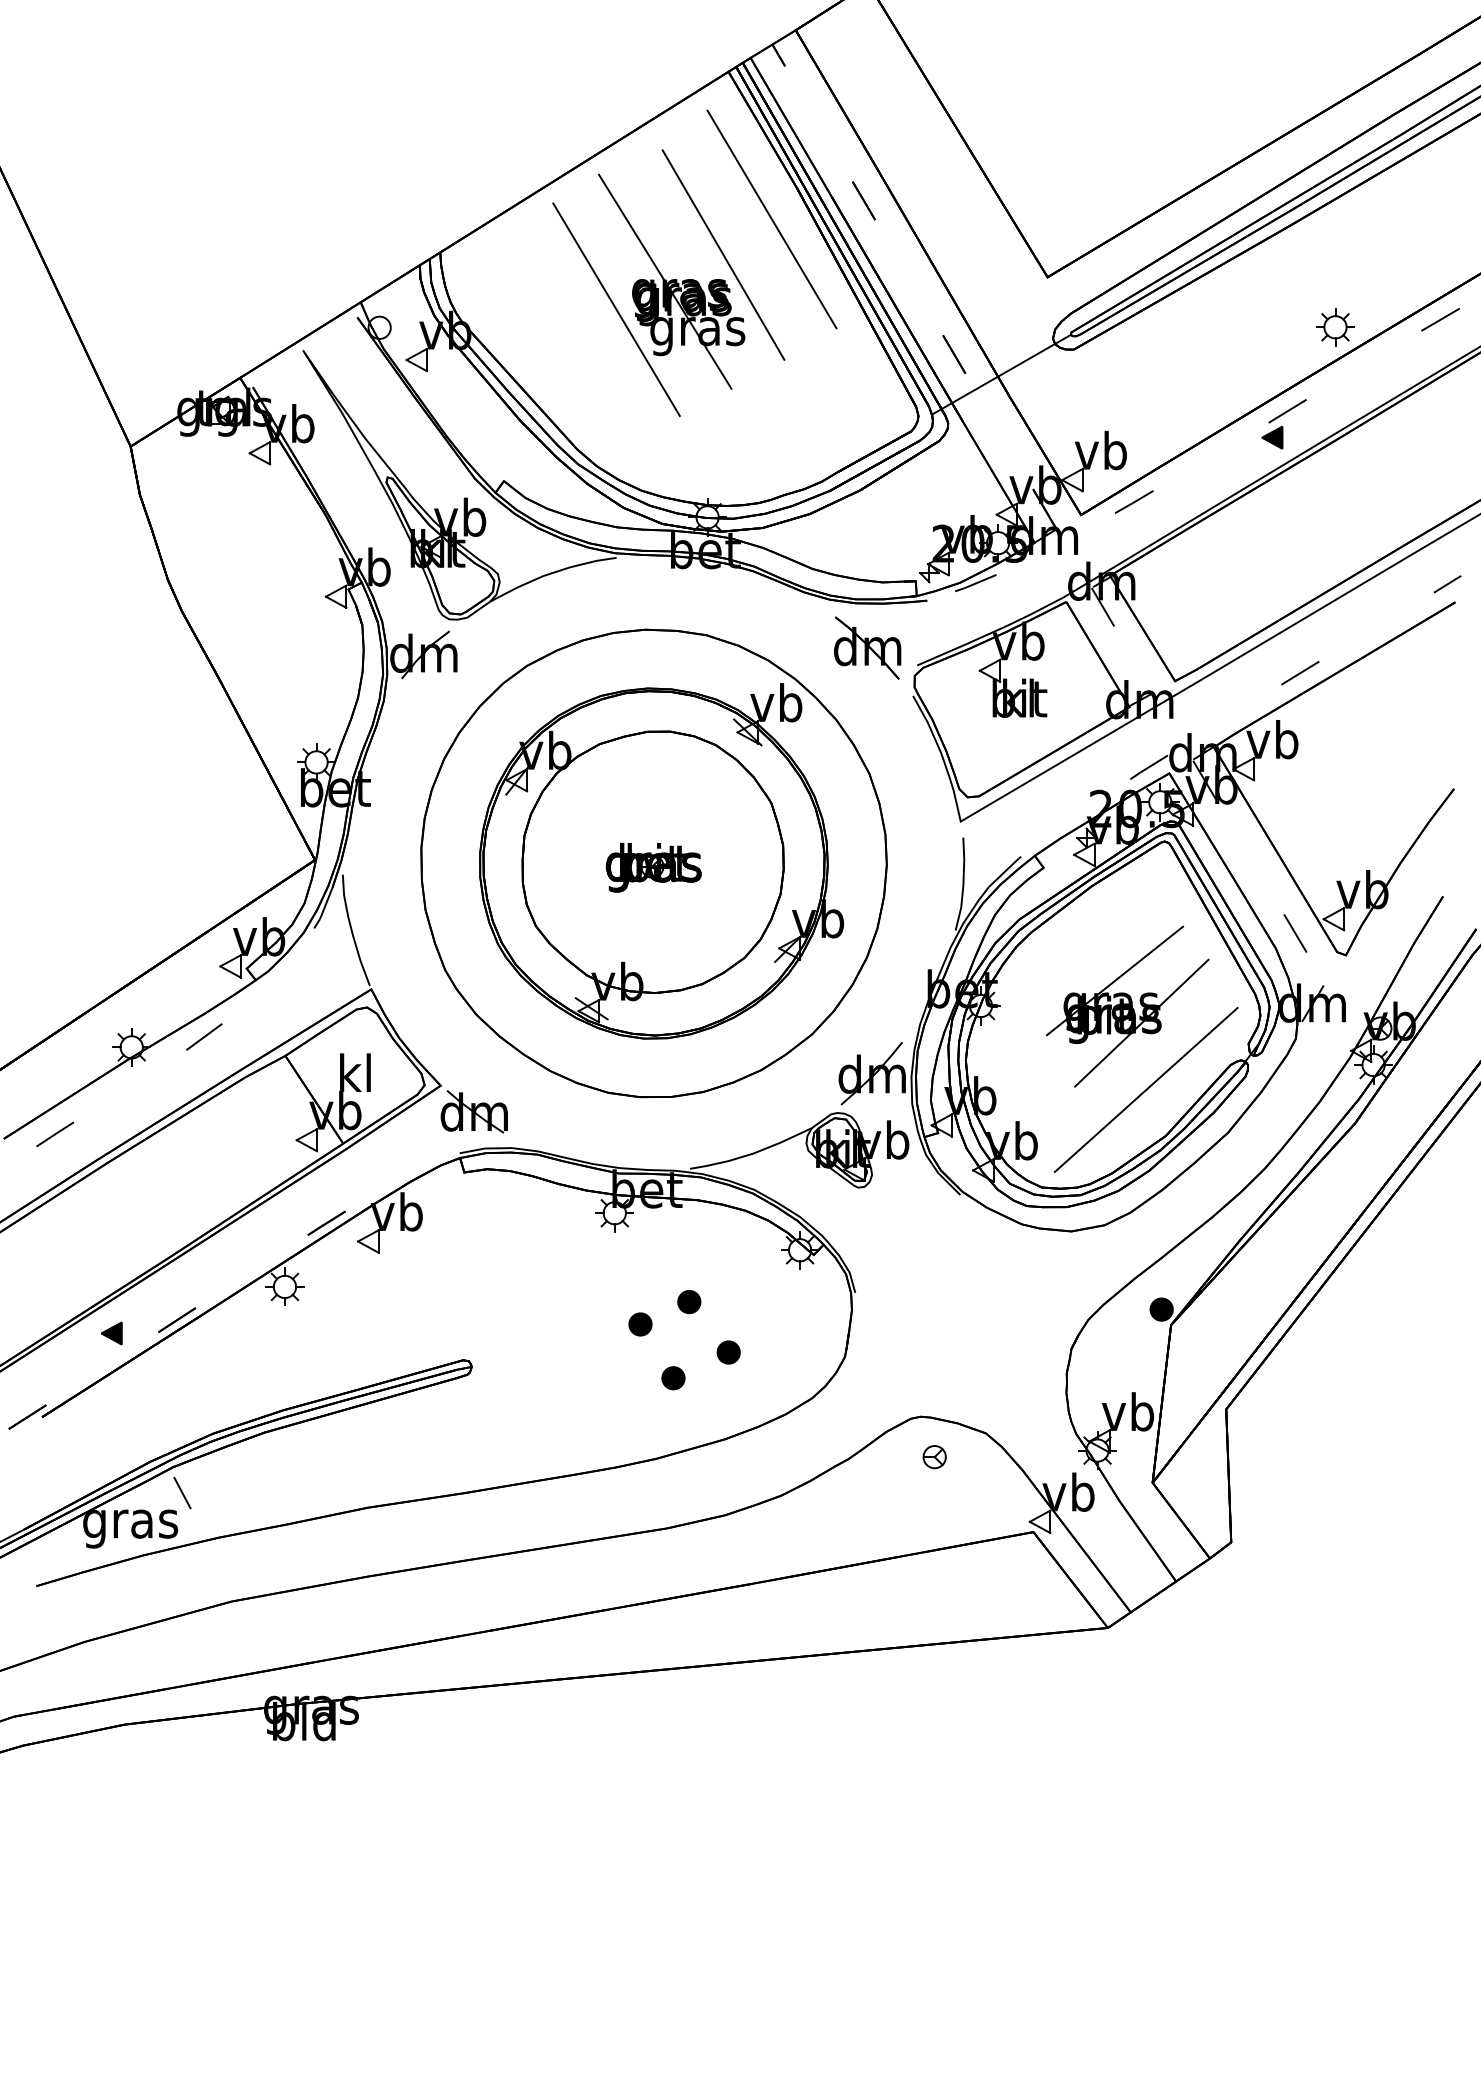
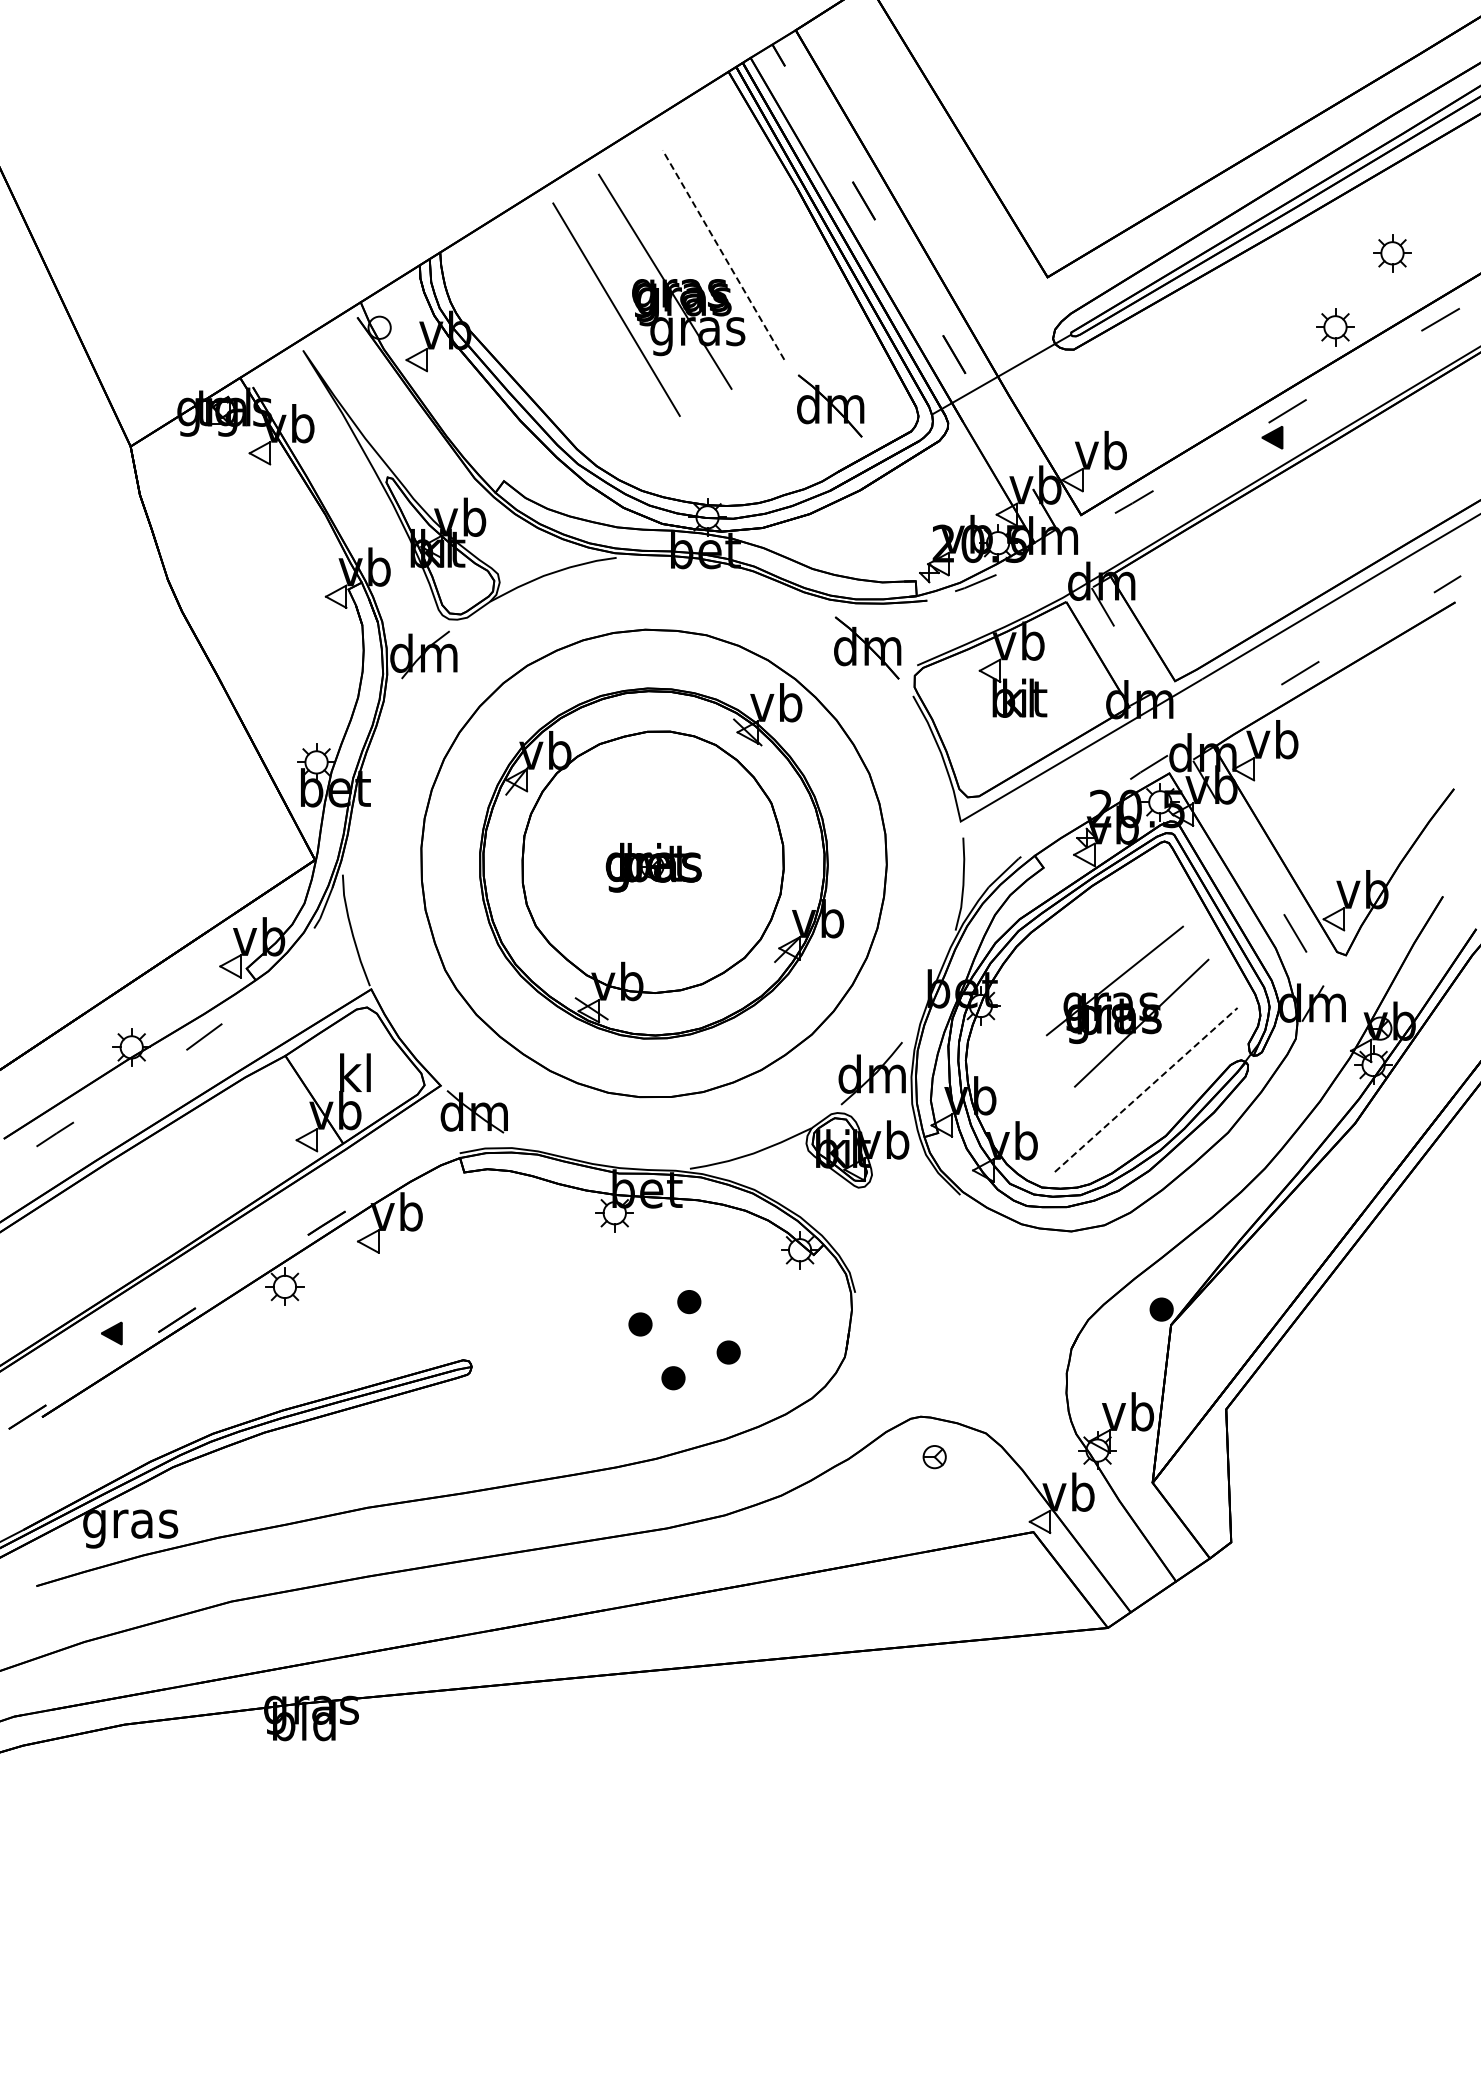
line at (771, 219): present -> none
part at (1392, 253): none -> present
line at (723, 254): solid -> dashed
part at (830, 405): none -> present
line at (1146, 1090): solid -> dashed
line at (182, 1492): present -> none
